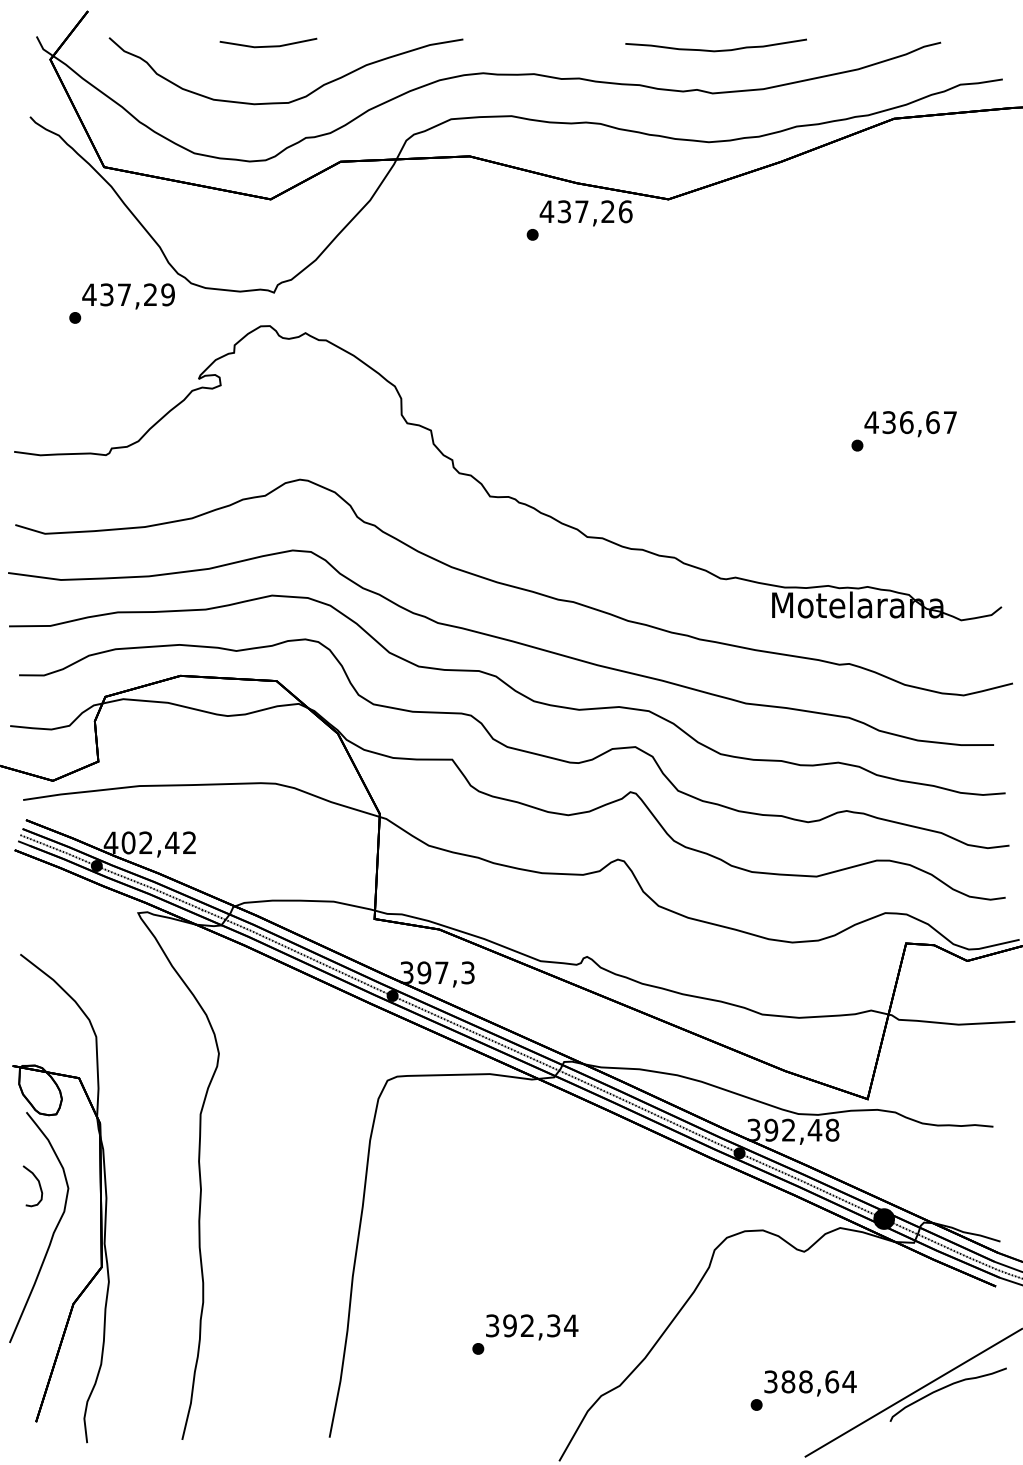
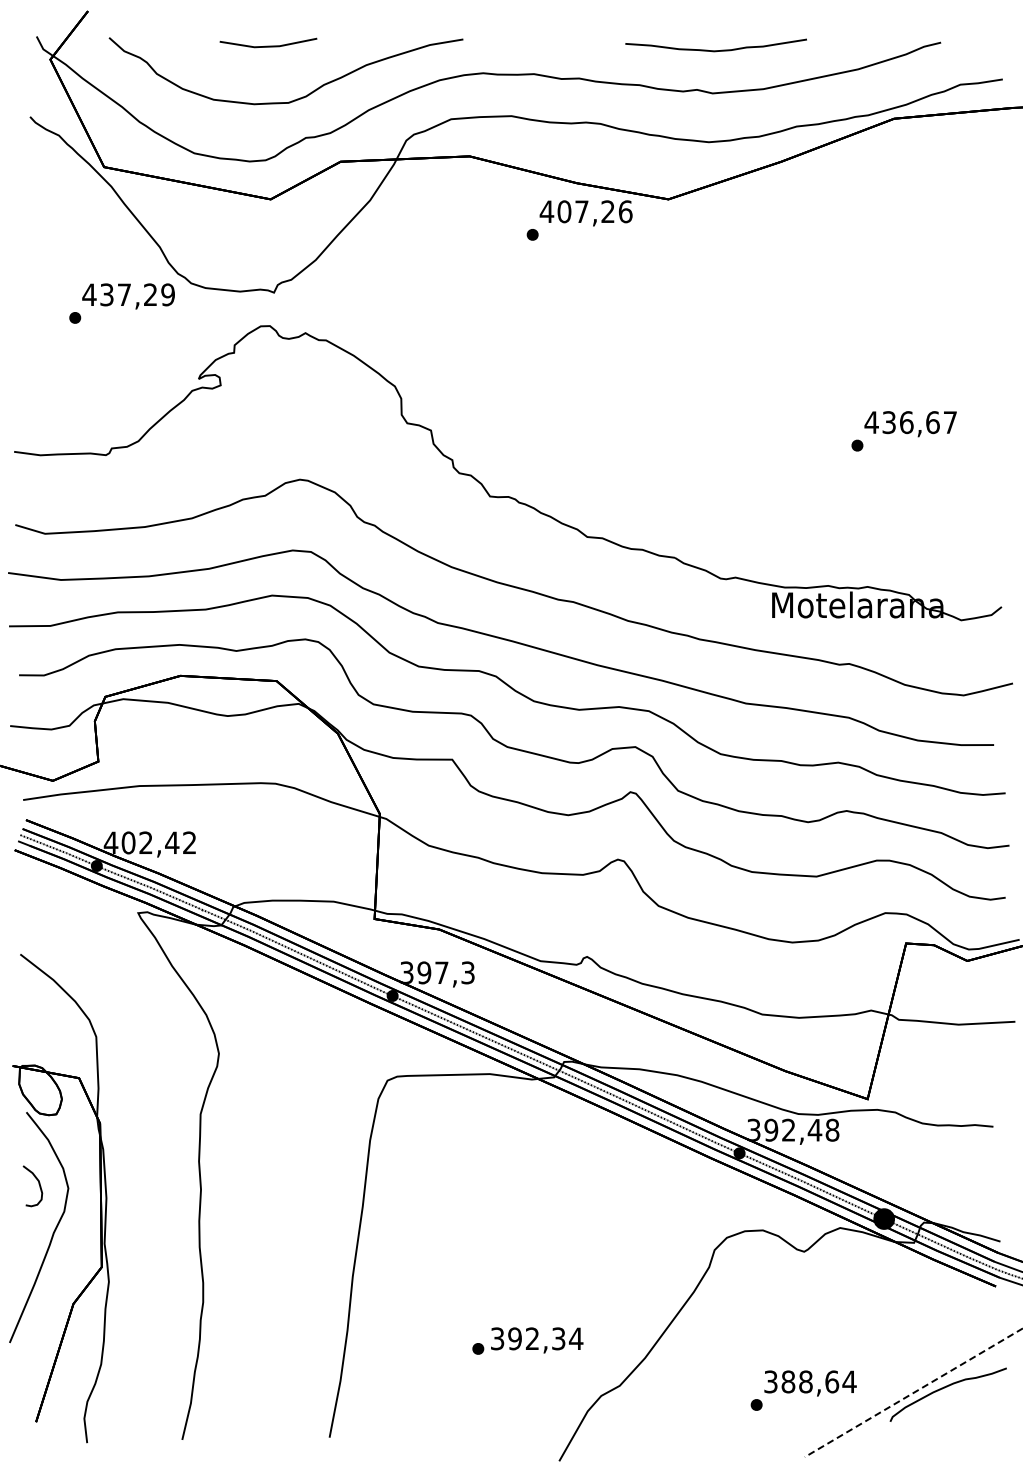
text at (564, 211): 437,26 -> 407,26
text at (532, 1327) position: (532, 1327) -> (537, 1340)
line at (913, 1392): solid -> dashed
